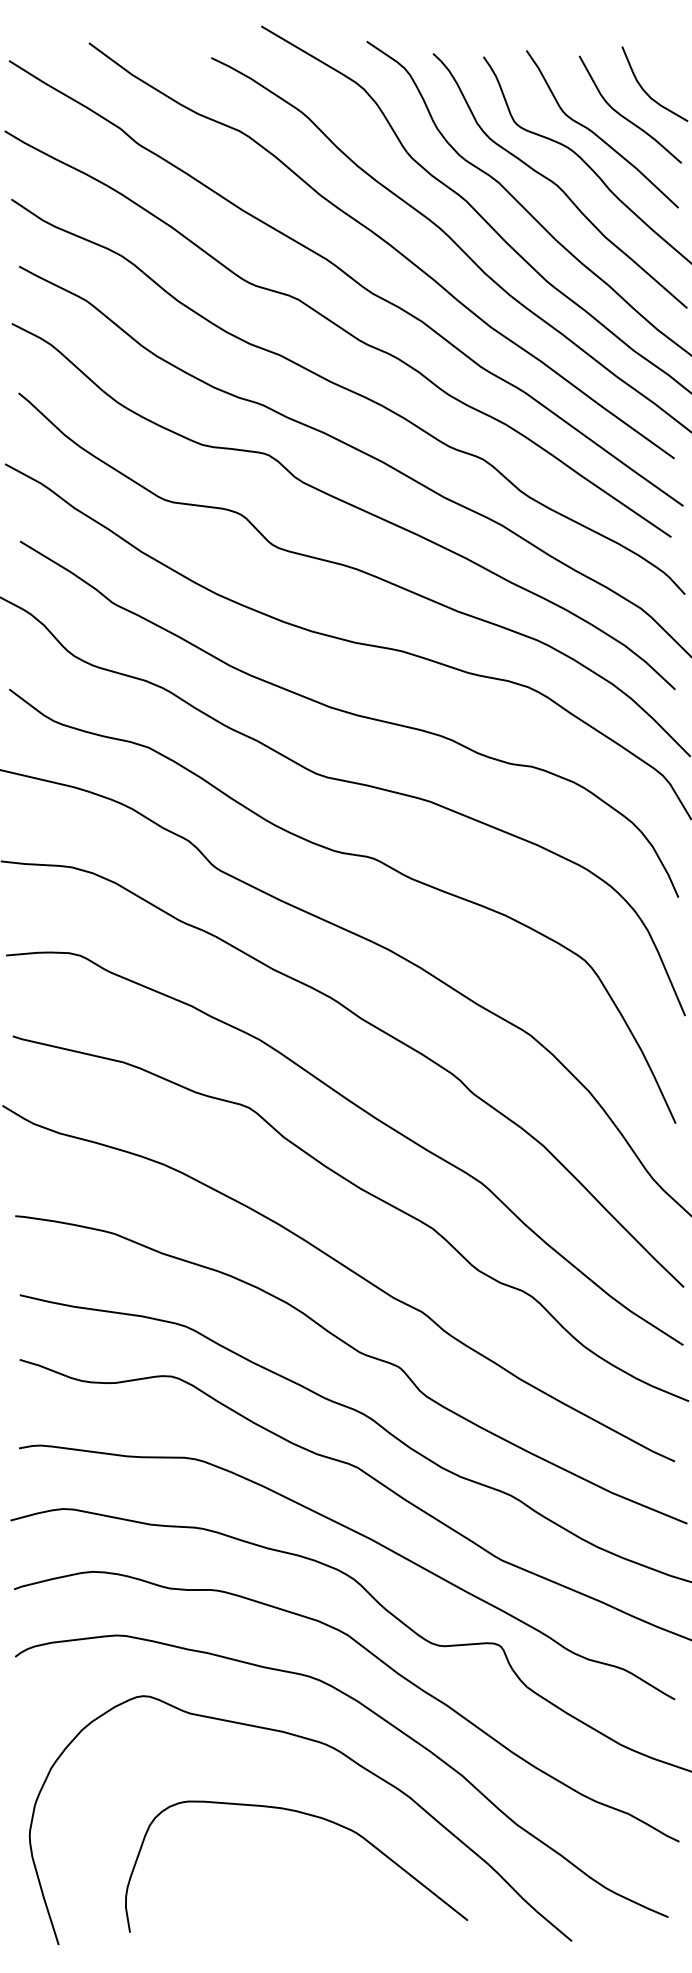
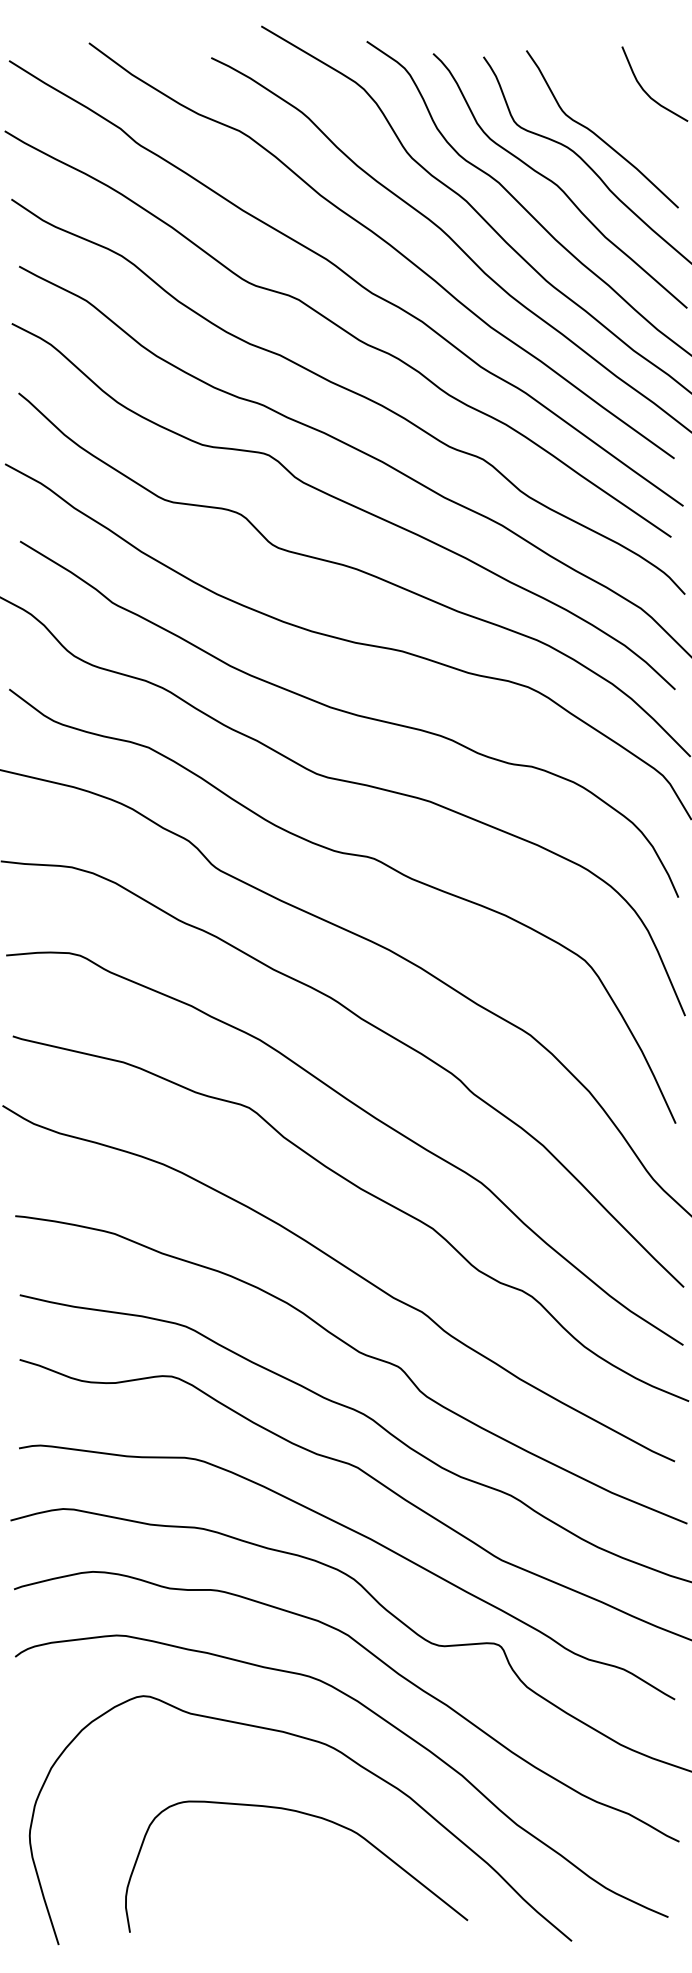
curve at (623, 115): present -> none
